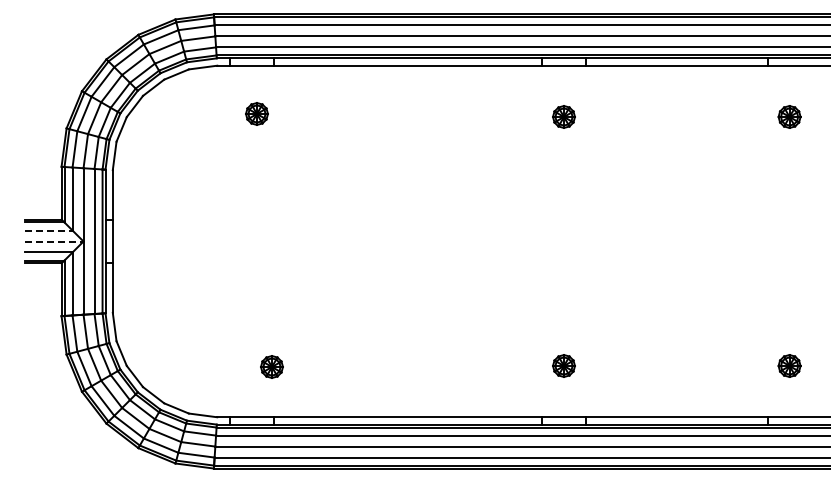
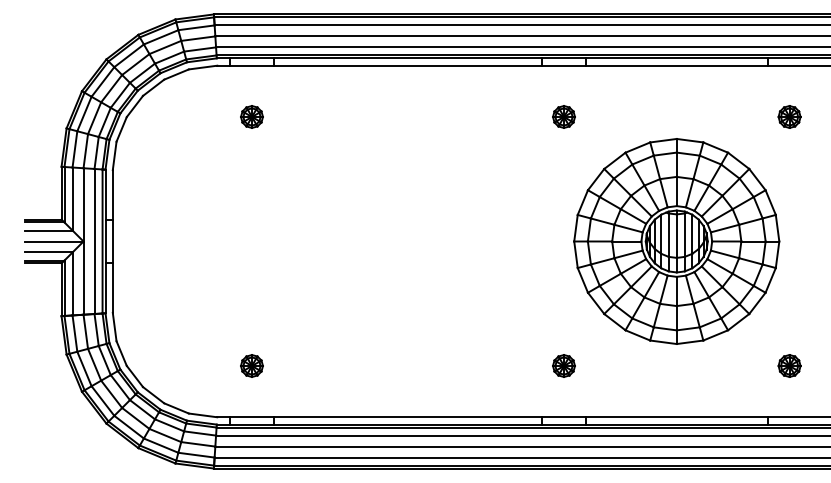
part at (256, 113) position: (256, 113) -> (251, 116)
line at (48, 230): dashed -> solid
line at (54, 241): dashed -> solid
part at (676, 241): none -> present
part at (271, 366) position: (271, 366) -> (251, 365)
